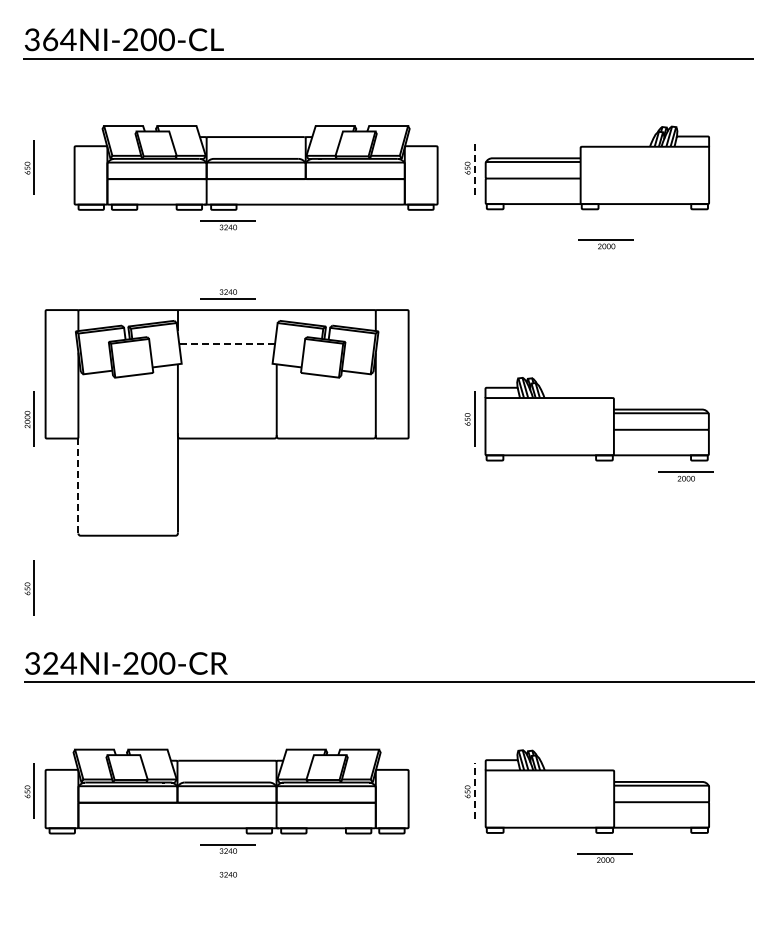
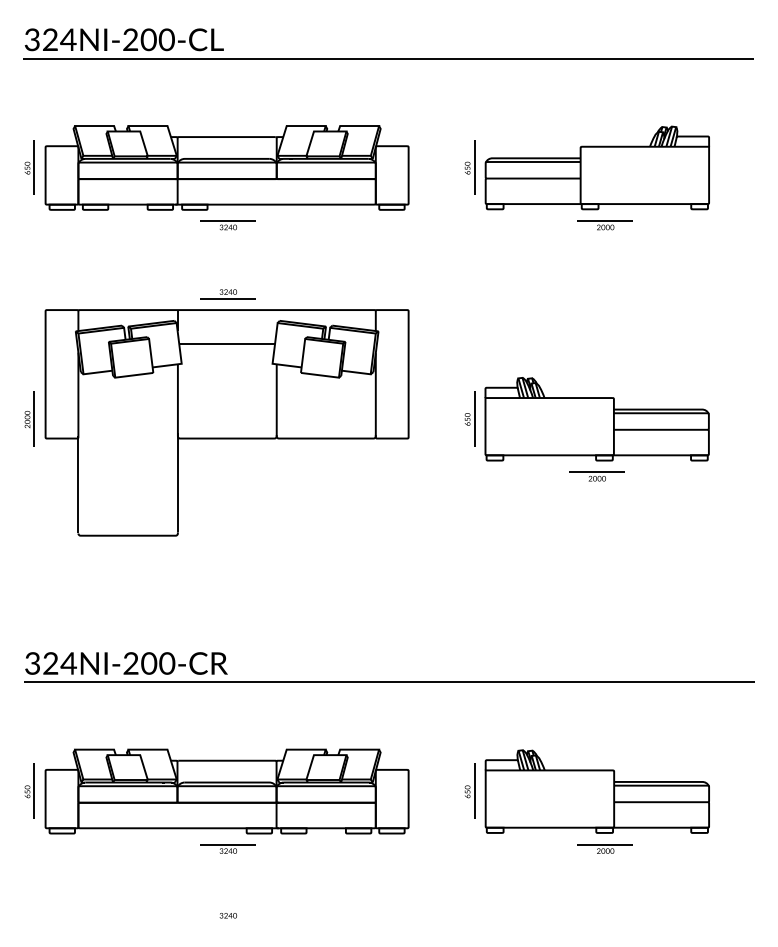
text at (50, 39): 364NI-200-CL -> 324NI-200-CL
part at (255, 167) position: (255, 167) -> (226, 167)
line at (474, 167): dashed -> solid
part at (605, 244) position: (605, 244) -> (604, 225)
line at (227, 344): dashed -> solid
part at (685, 476) position: (685, 476) -> (596, 476)
line at (78, 484): dashed -> solid
part at (29, 587): present -> none
line at (474, 791): dashed -> solid
part at (604, 857) position: (604, 857) -> (604, 848)
text at (227, 874) position: (227, 874) -> (227, 915)
